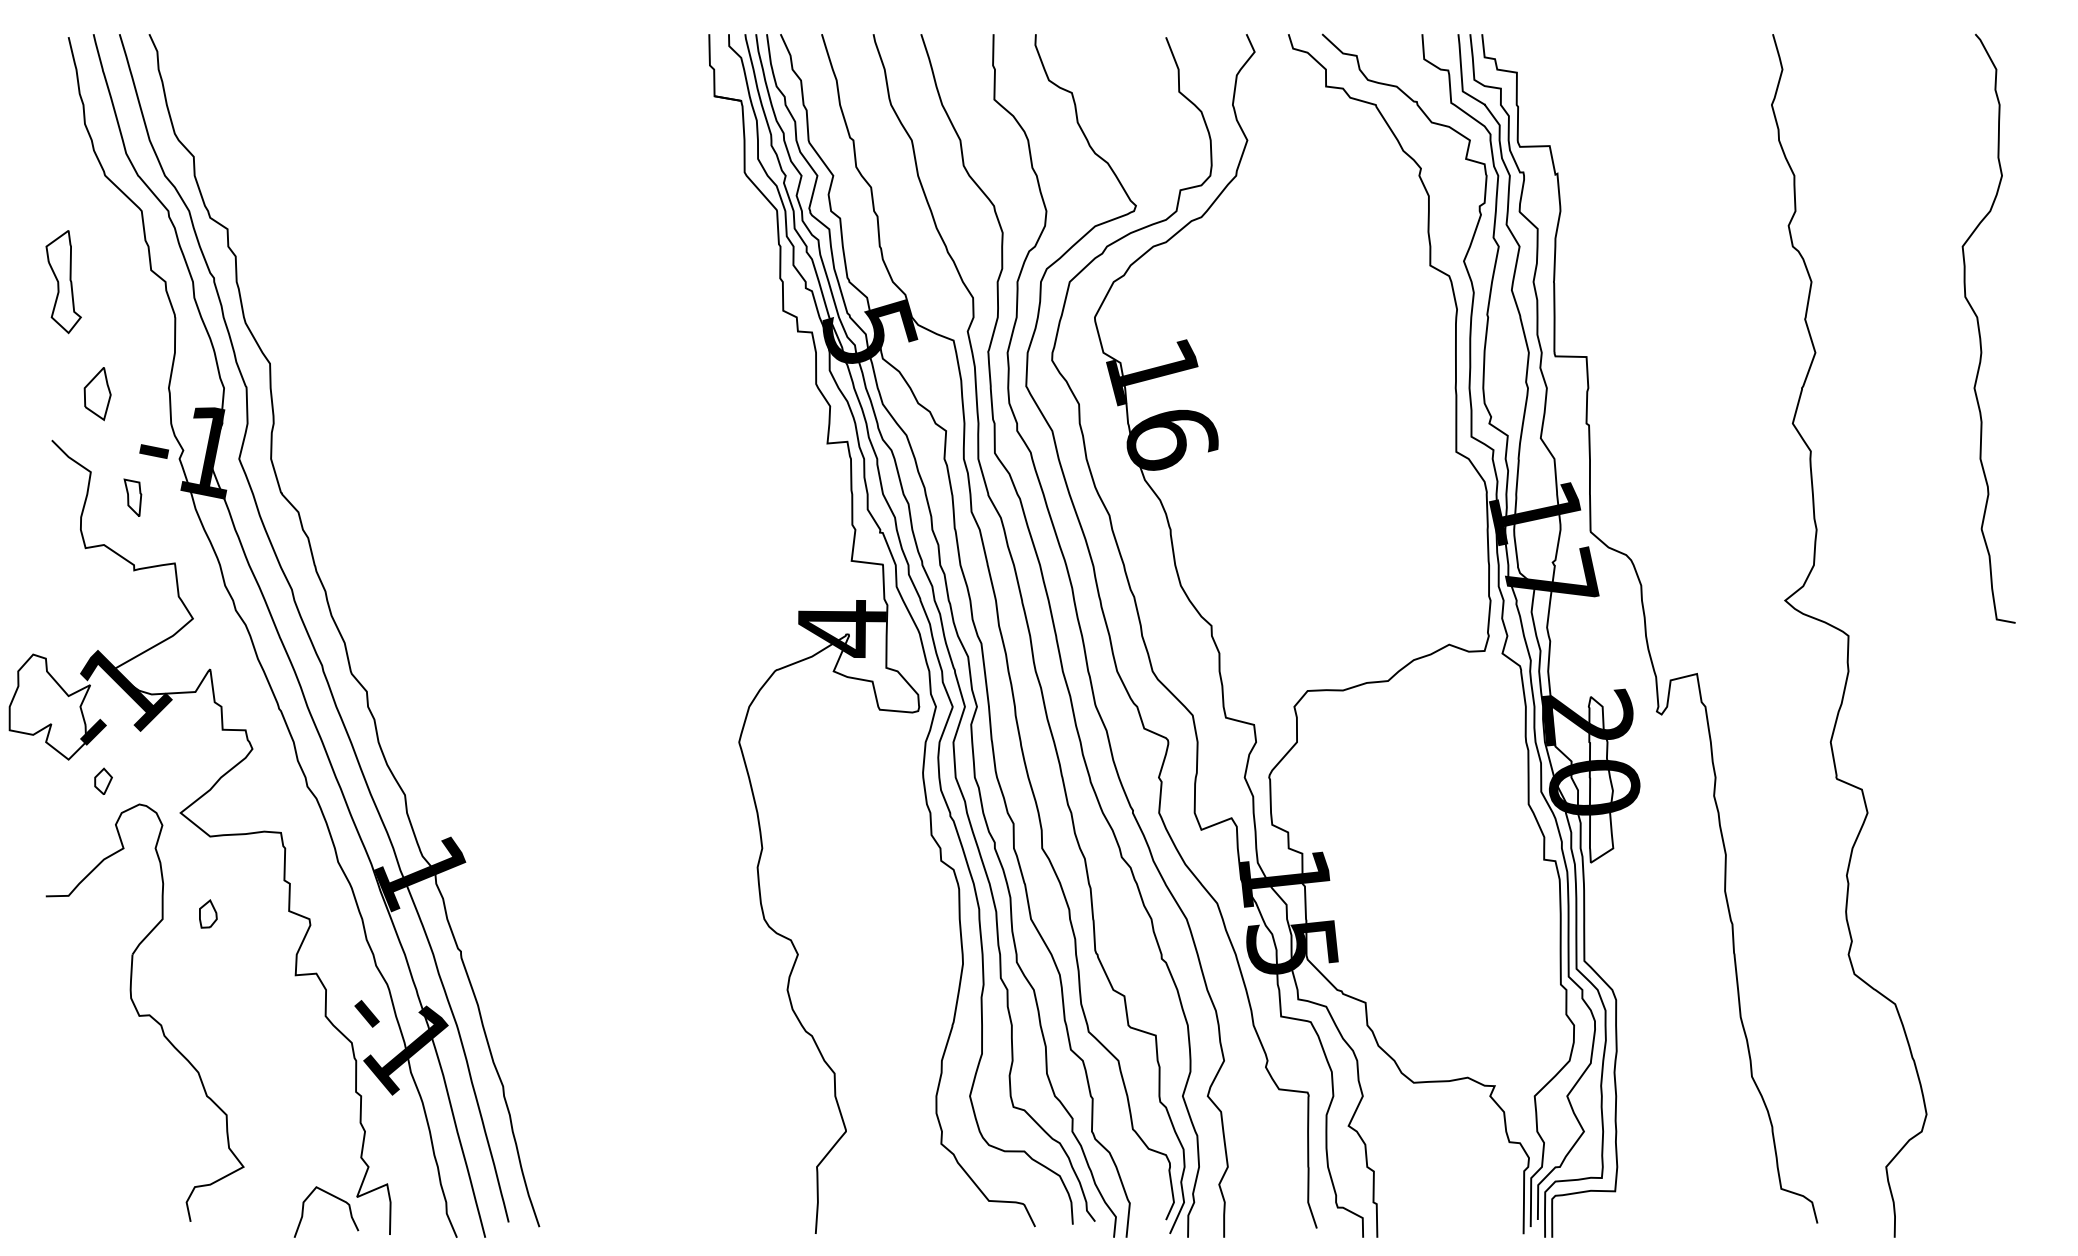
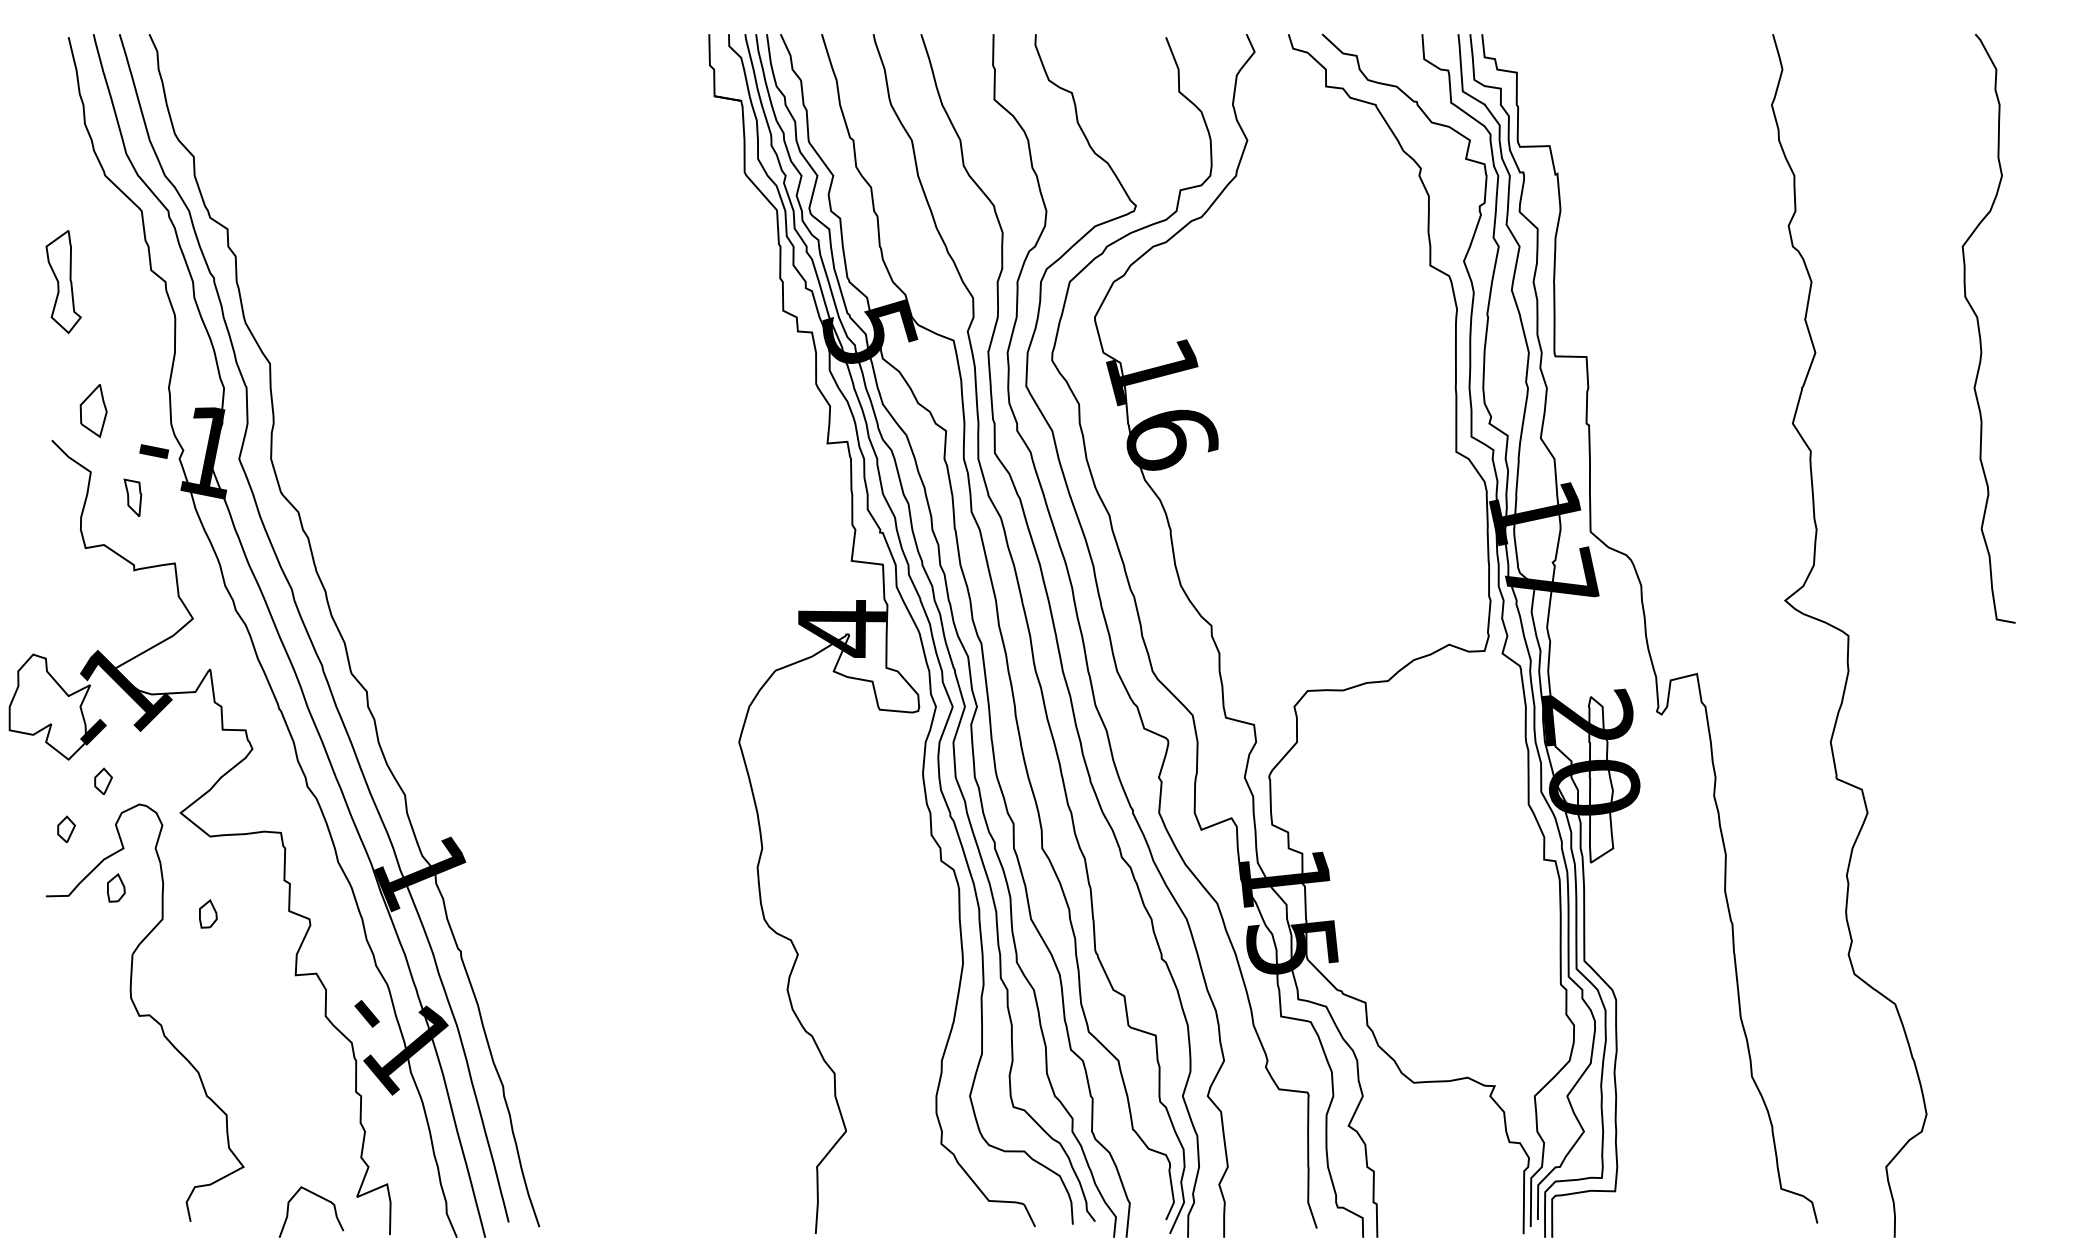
part at (97, 394) position: (97, 394) -> (93, 411)
part at (66, 828): none -> present
part at (116, 887): none -> present
curve at (334, 1197) position: (334, 1197) -> (319, 1197)
